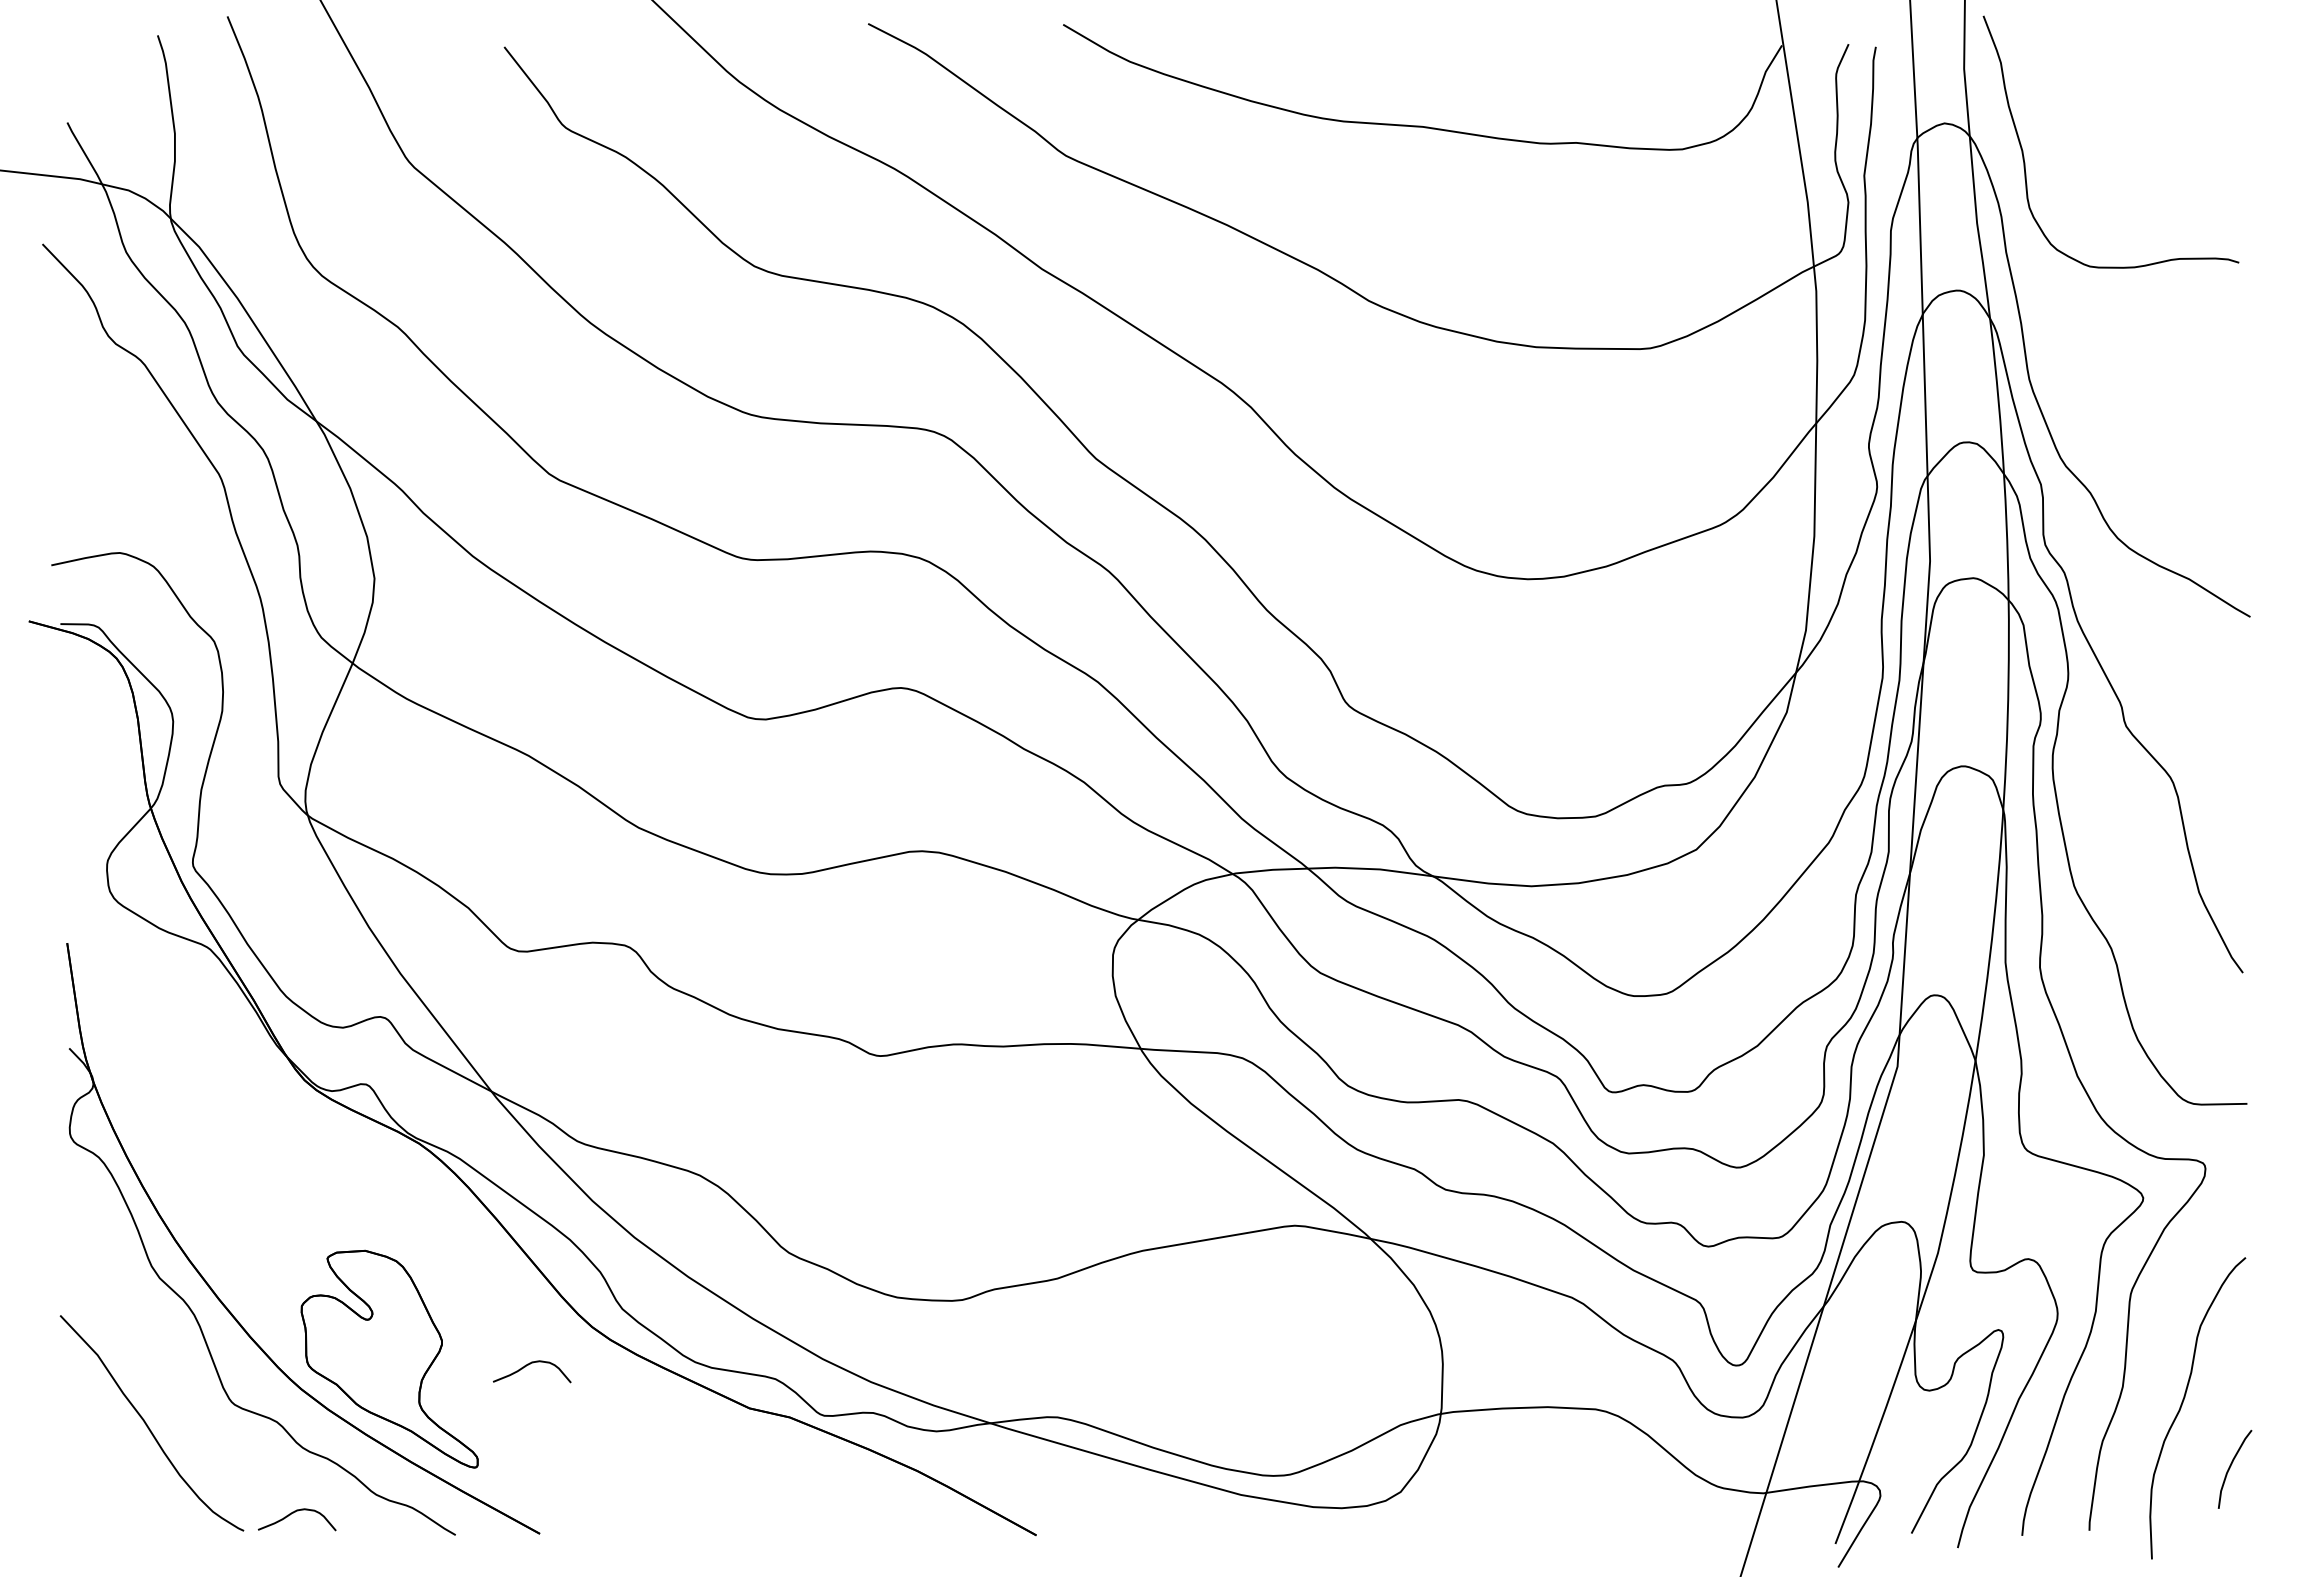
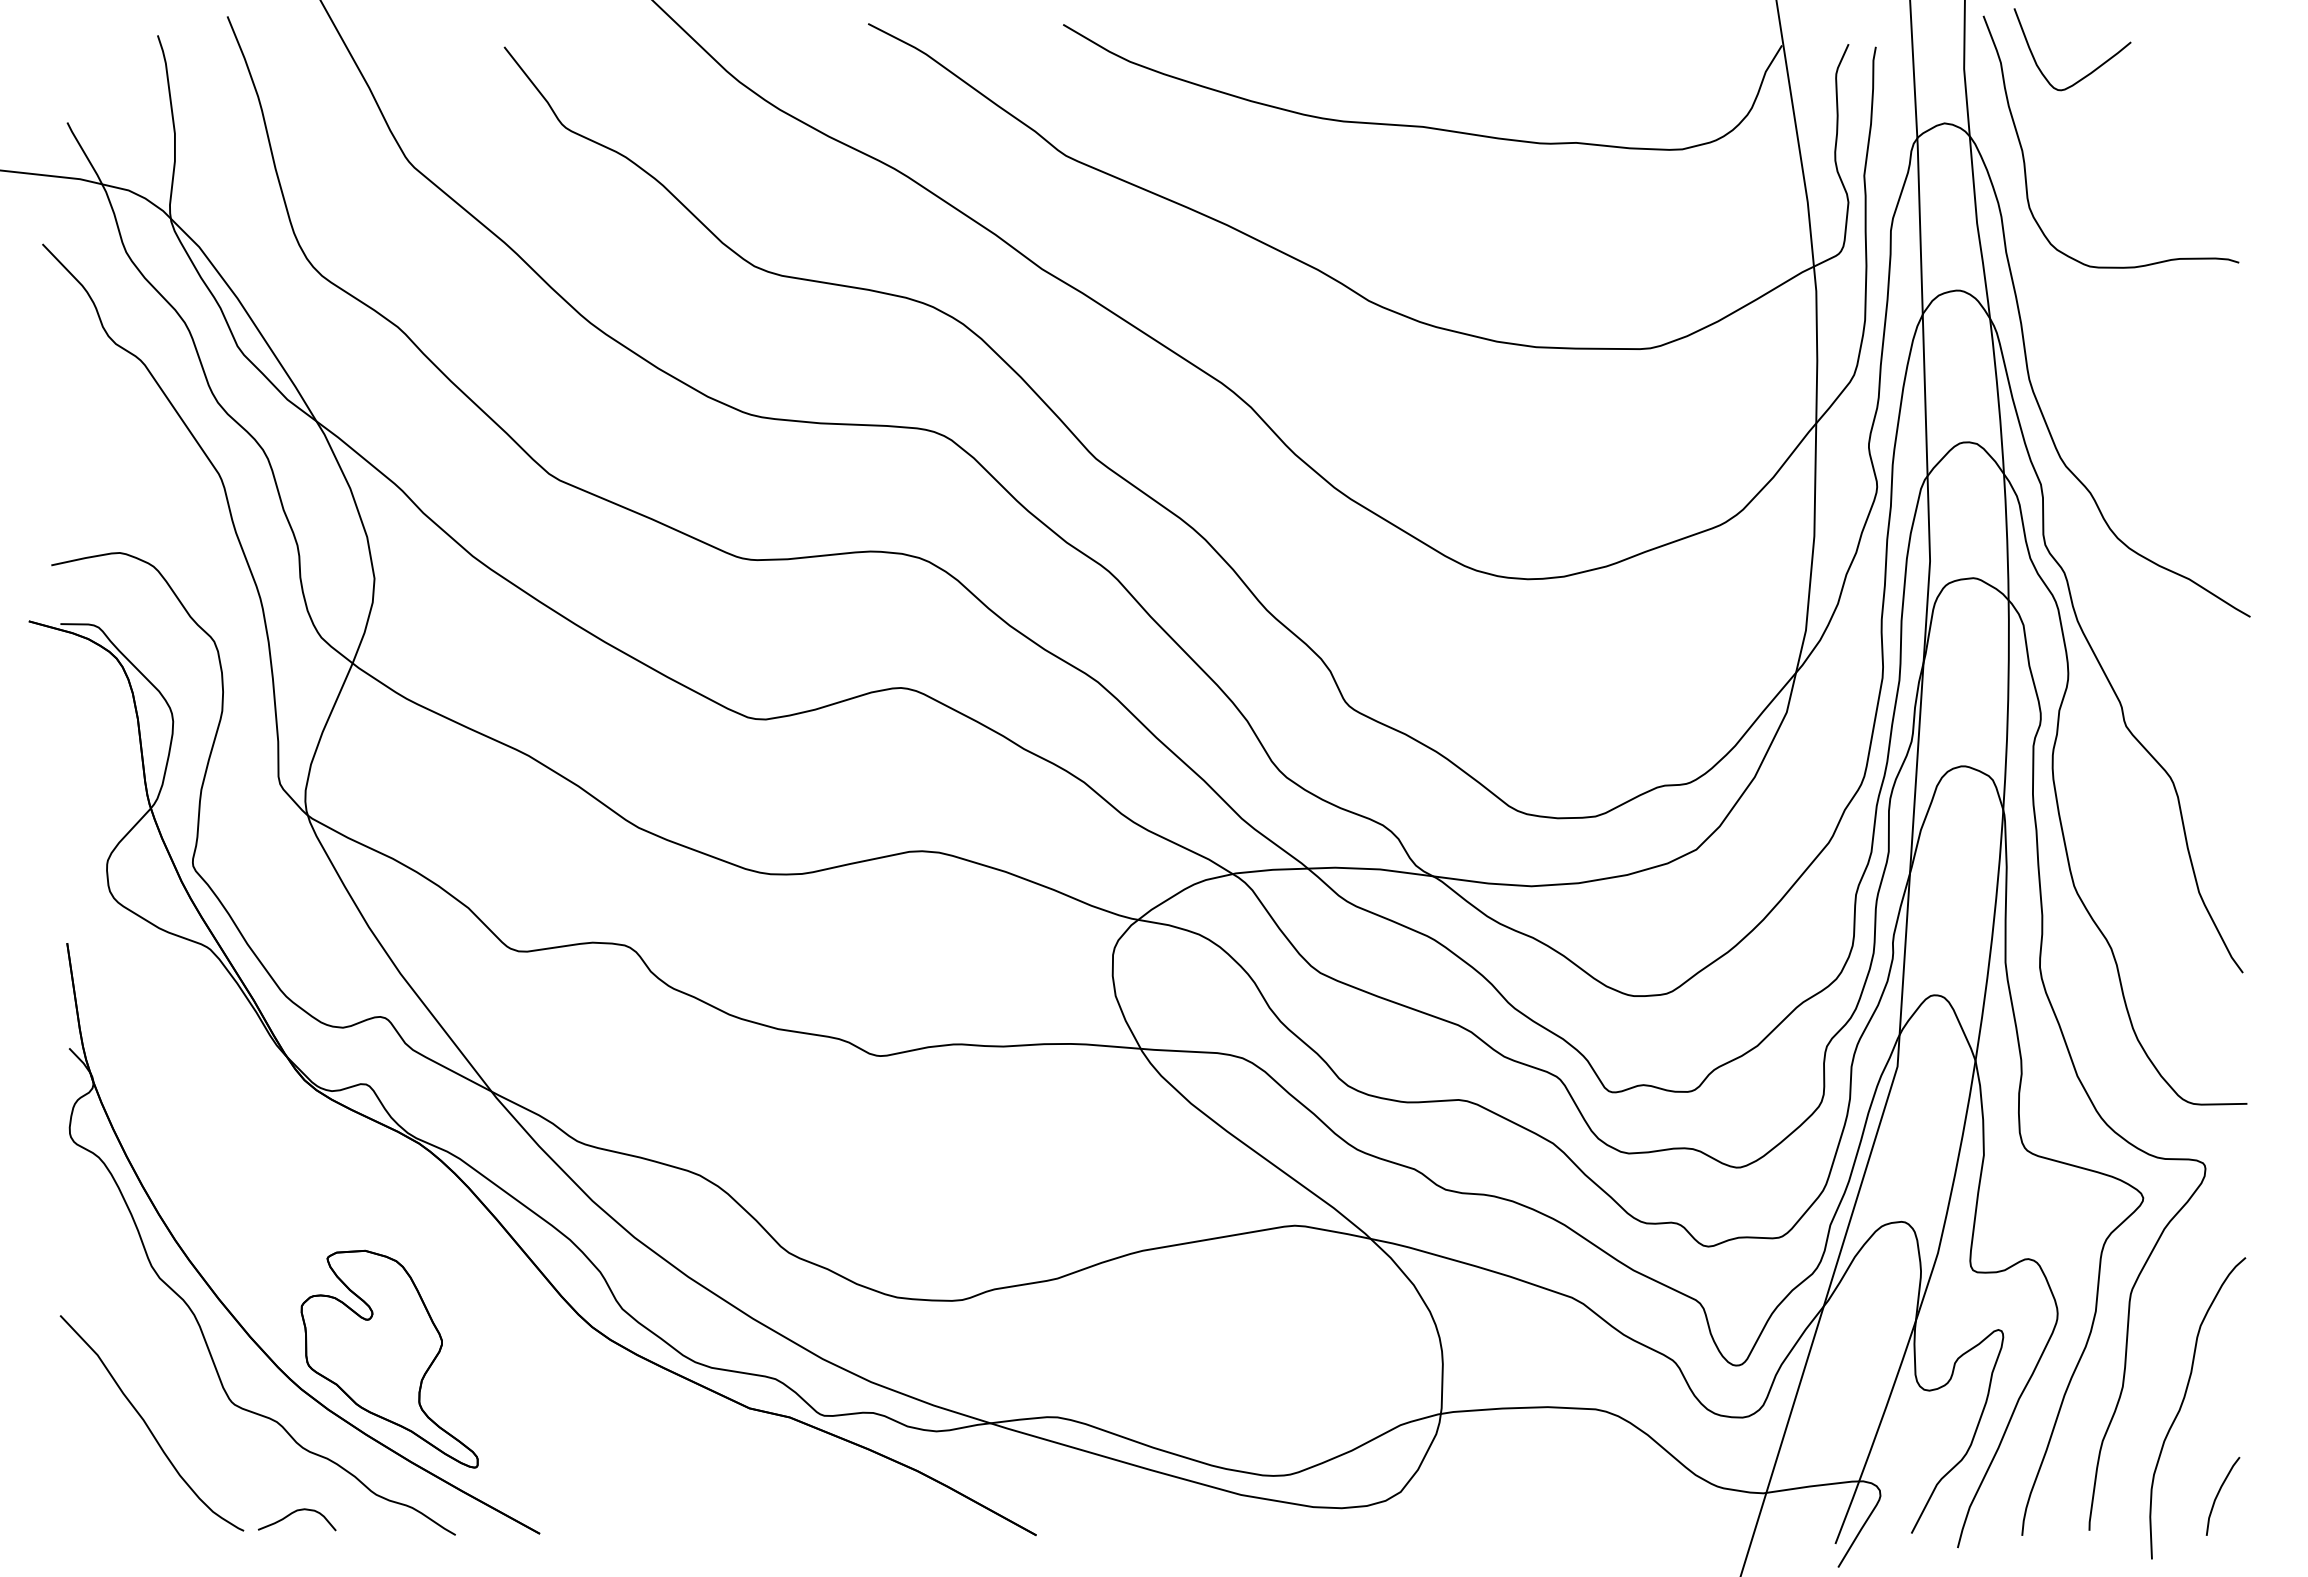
curve at (2088, 73): none -> present
curve at (528, 1365): present -> none
curve at (2231, 1466) position: (2231, 1466) -> (2219, 1493)
